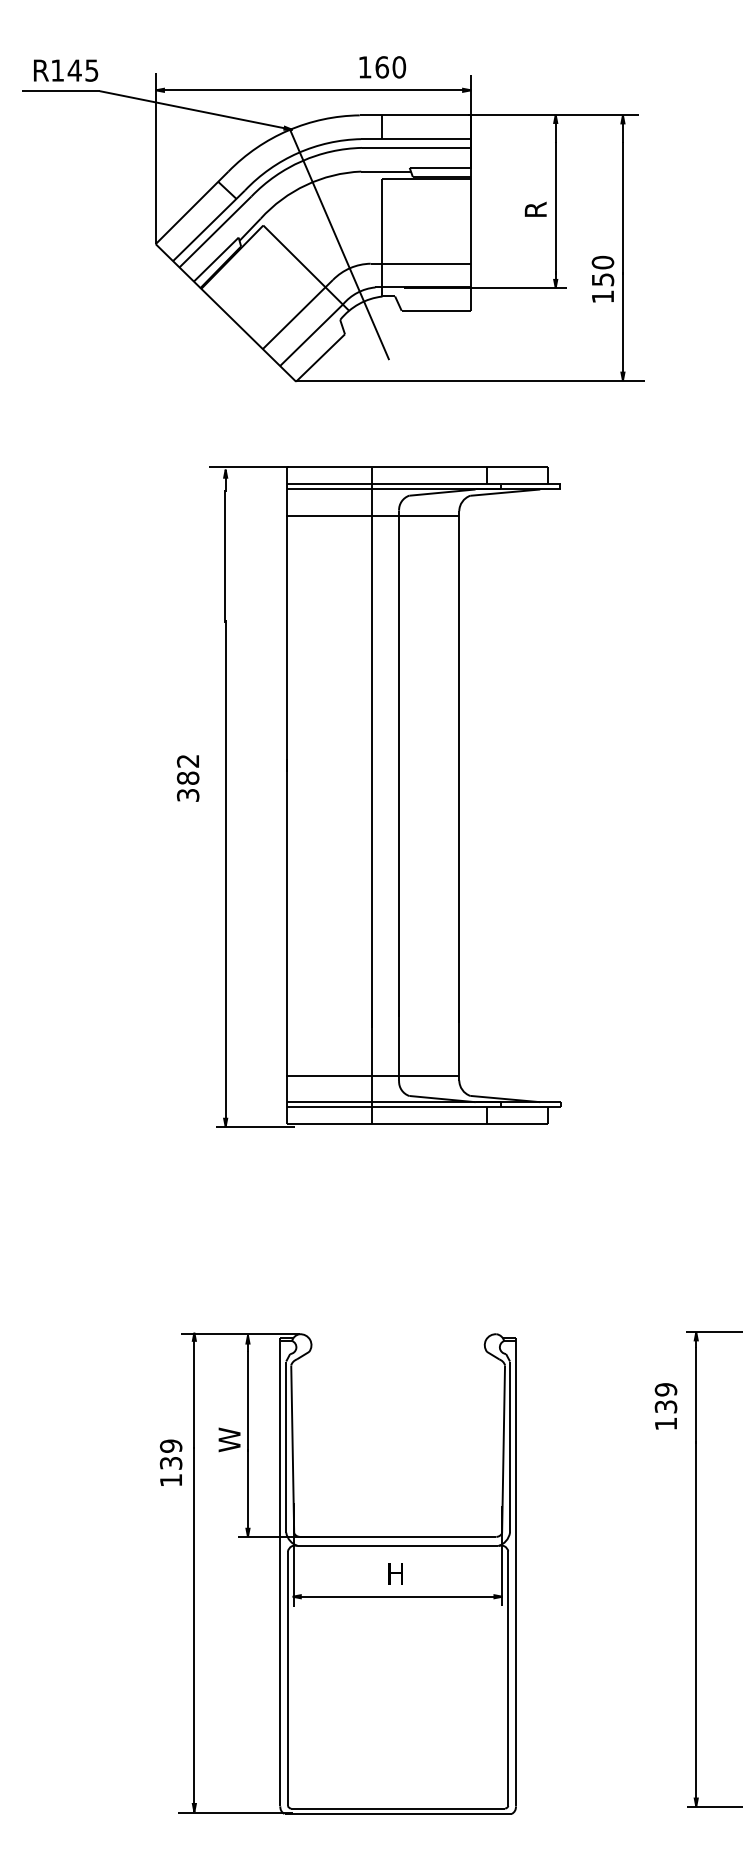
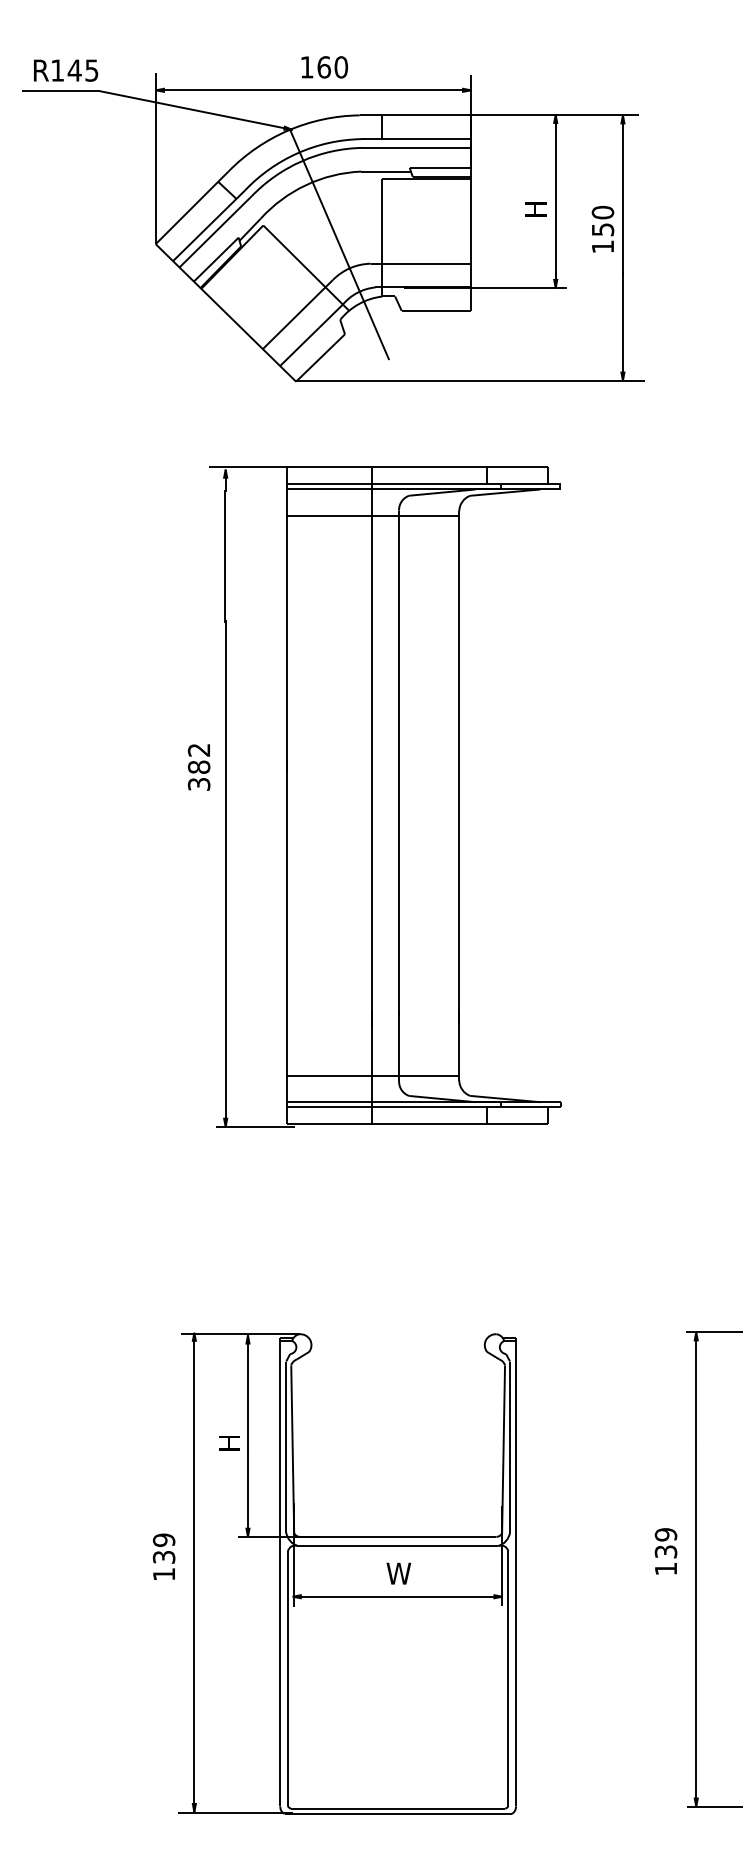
text at (382, 67) position: (382, 67) -> (324, 67)
text at (535, 208): R -> H
text at (602, 279) position: (602, 279) -> (602, 229)
text at (188, 778) position: (188, 778) -> (199, 767)
text at (665, 1406) position: (665, 1406) -> (665, 1551)
text at (229, 1439): W -> H
text at (171, 1462) position: (171, 1462) -> (164, 1556)
text at (398, 1573): H -> W
